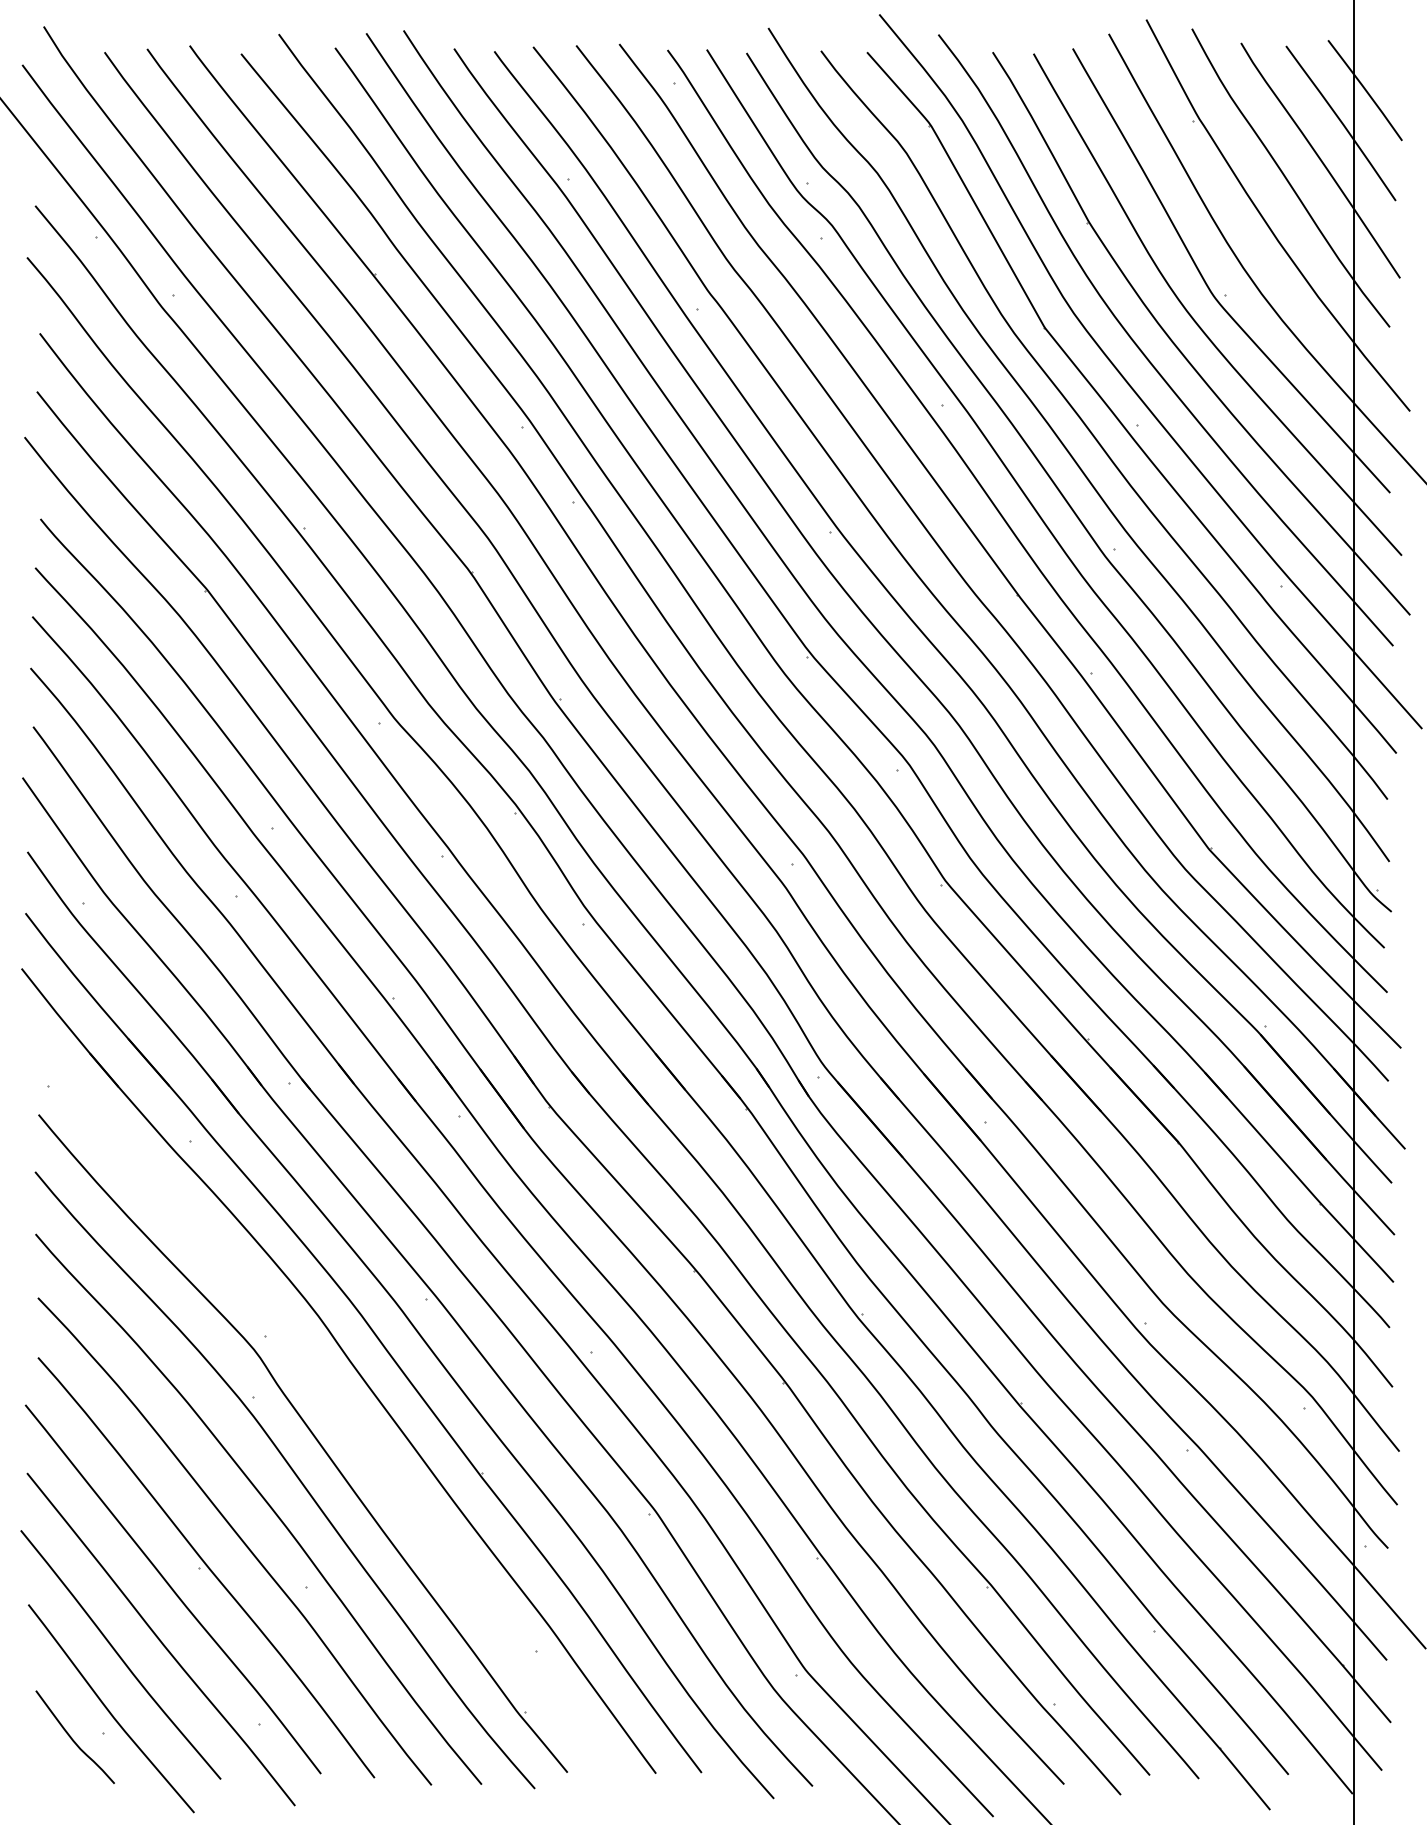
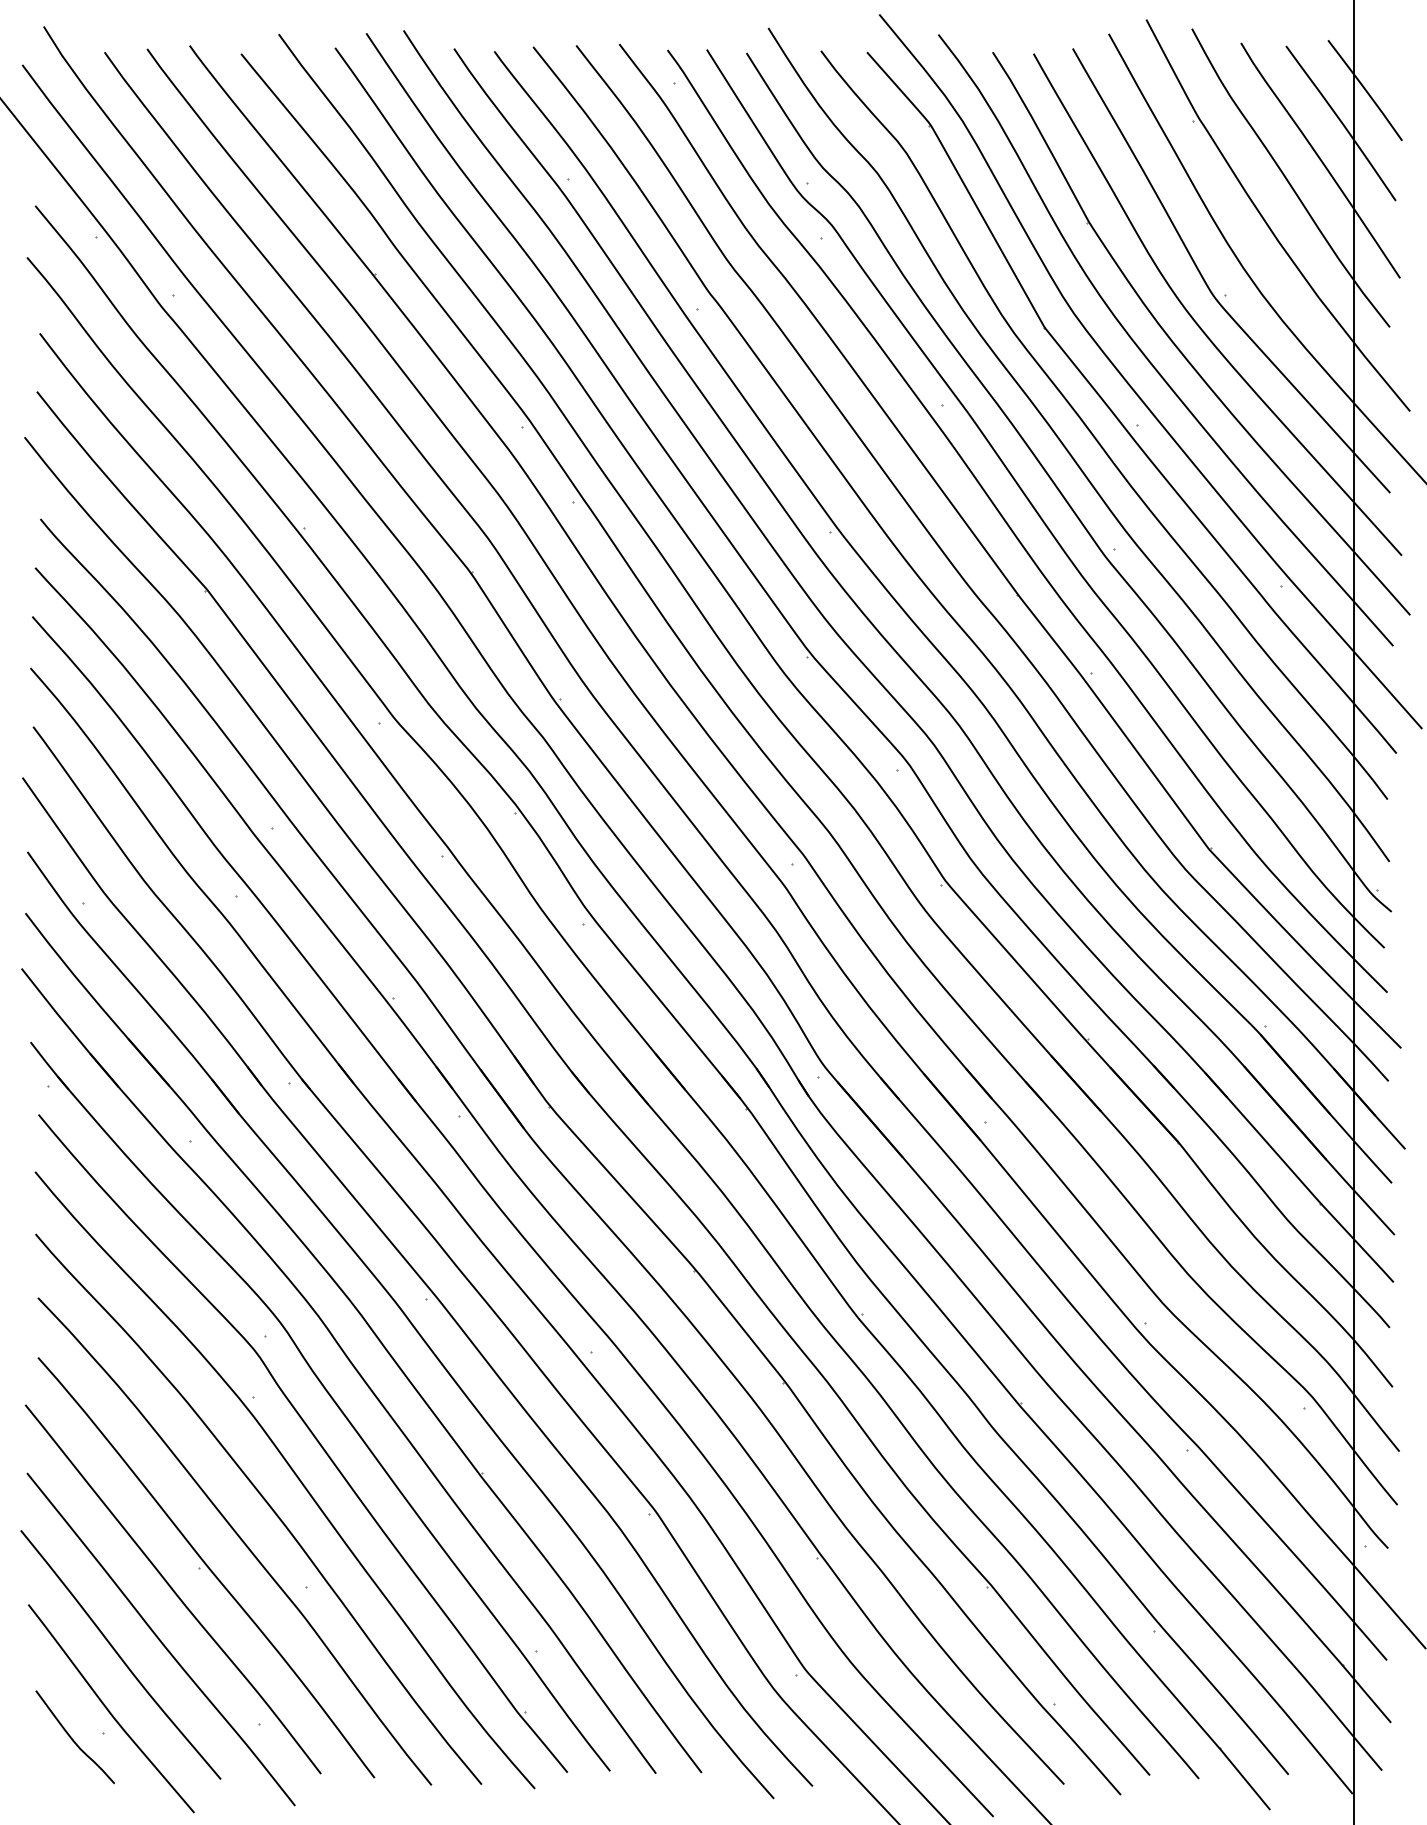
part at (331, 1399): none -> present
